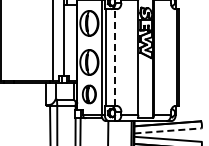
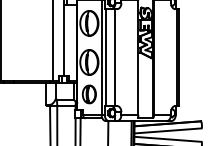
line at (115, 57): dashed -> solid
line at (167, 130): dashed -> solid
